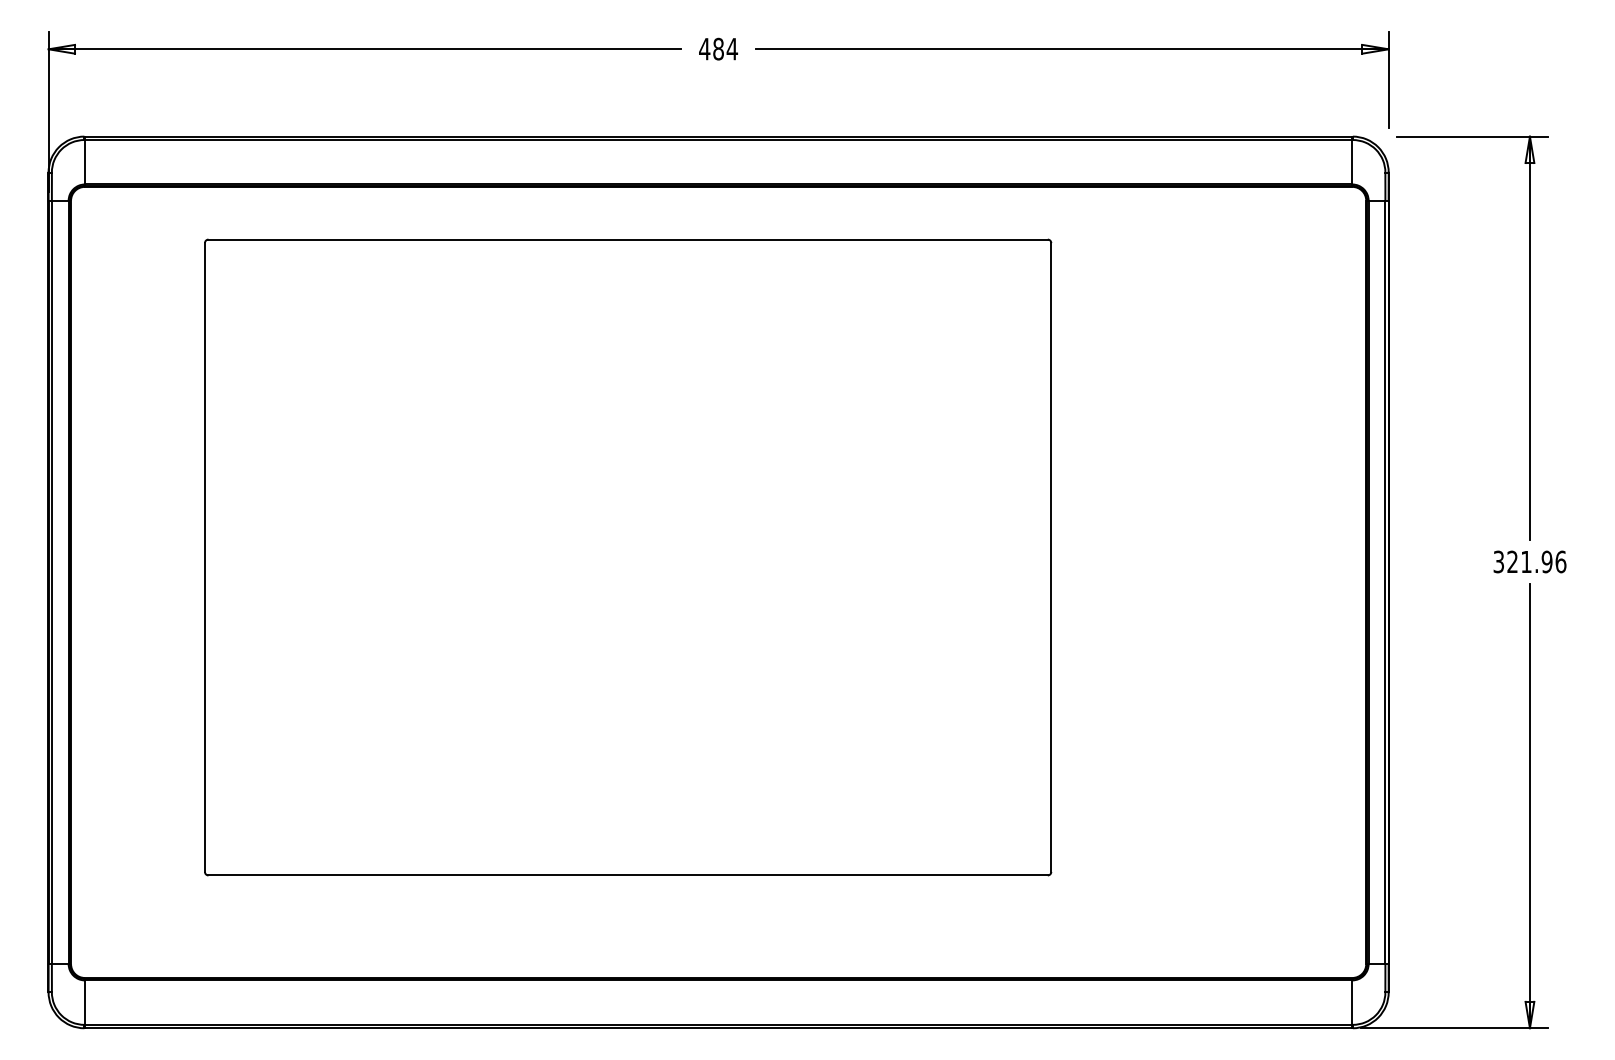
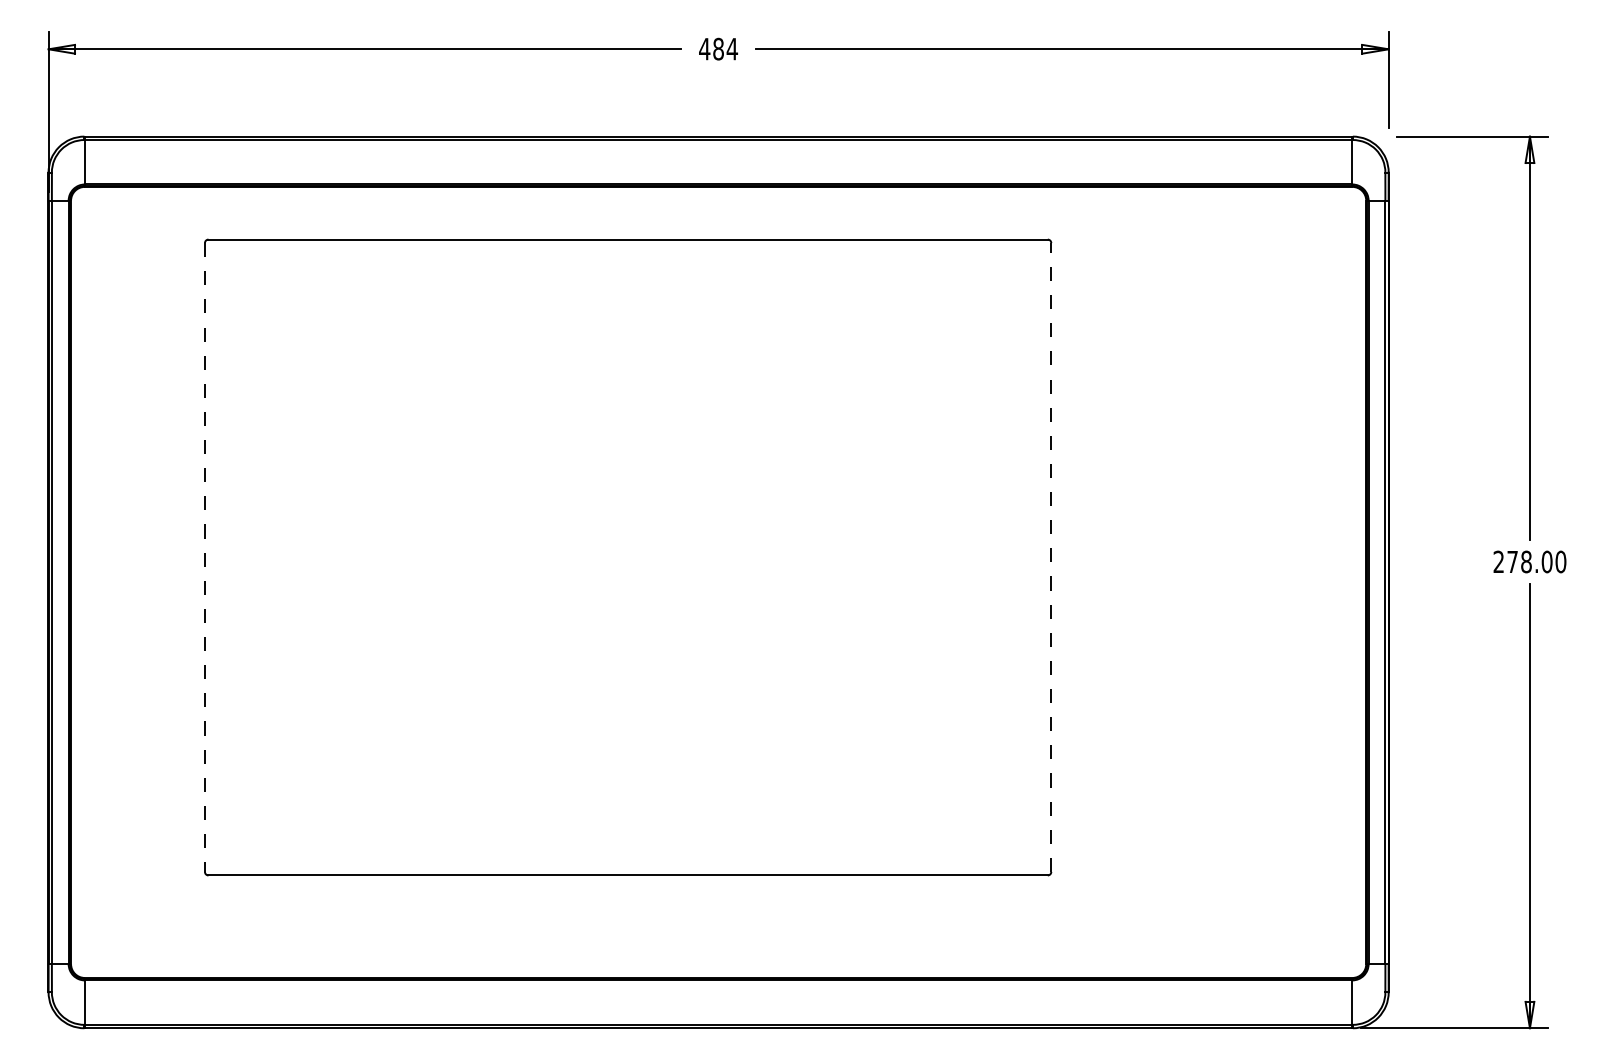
line at (1051, 557): solid -> dashed
line at (204, 558): solid -> dashed
text at (1529, 561): 321.96 -> 278.00
